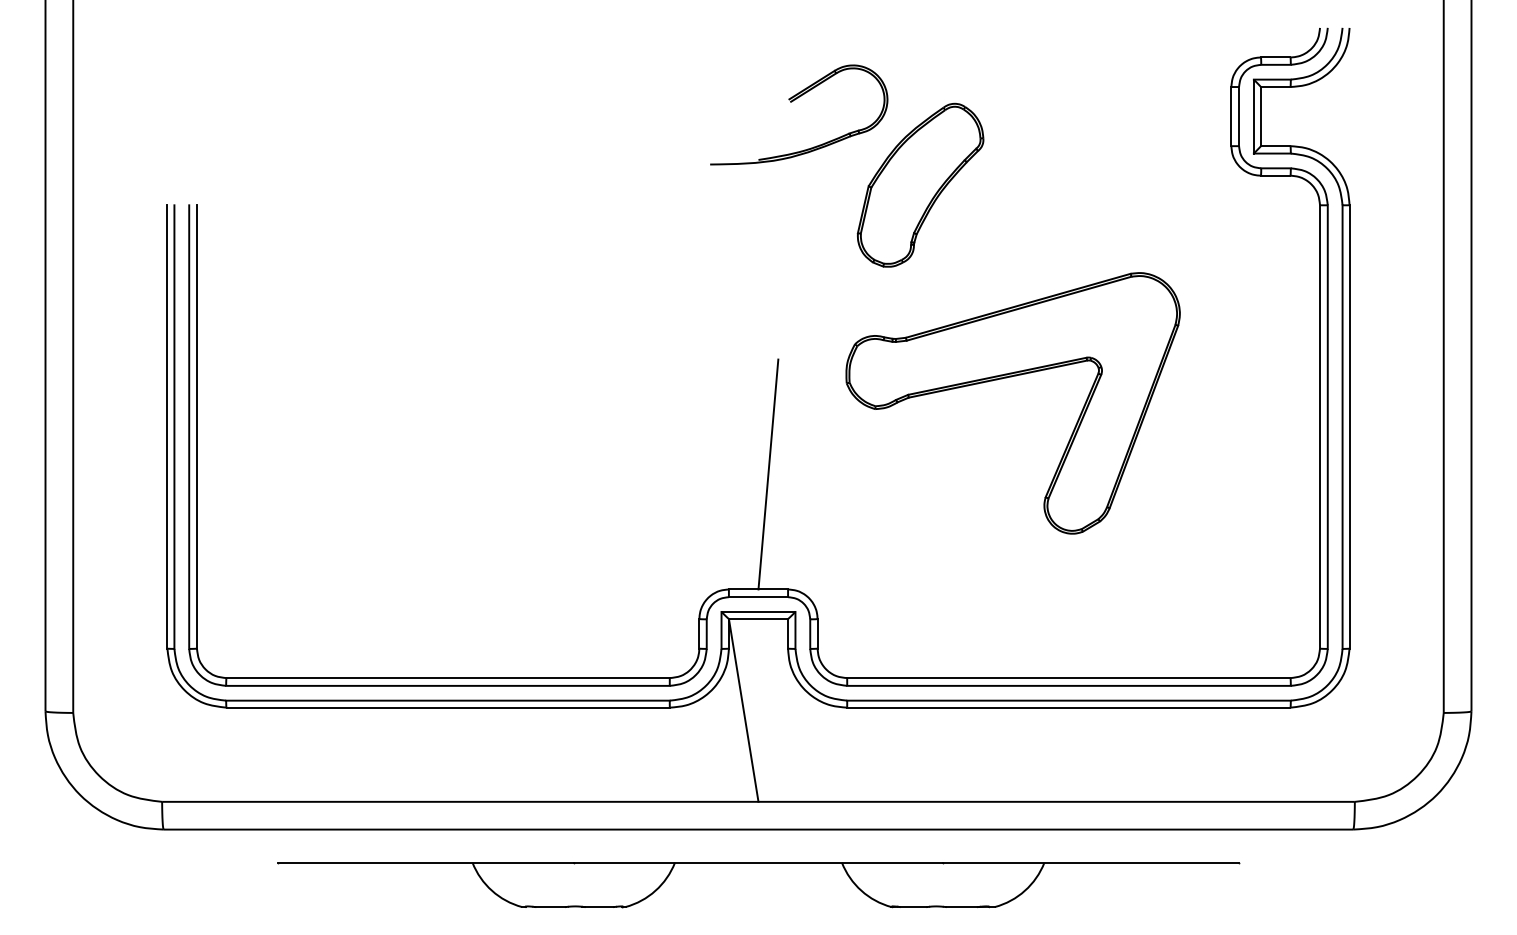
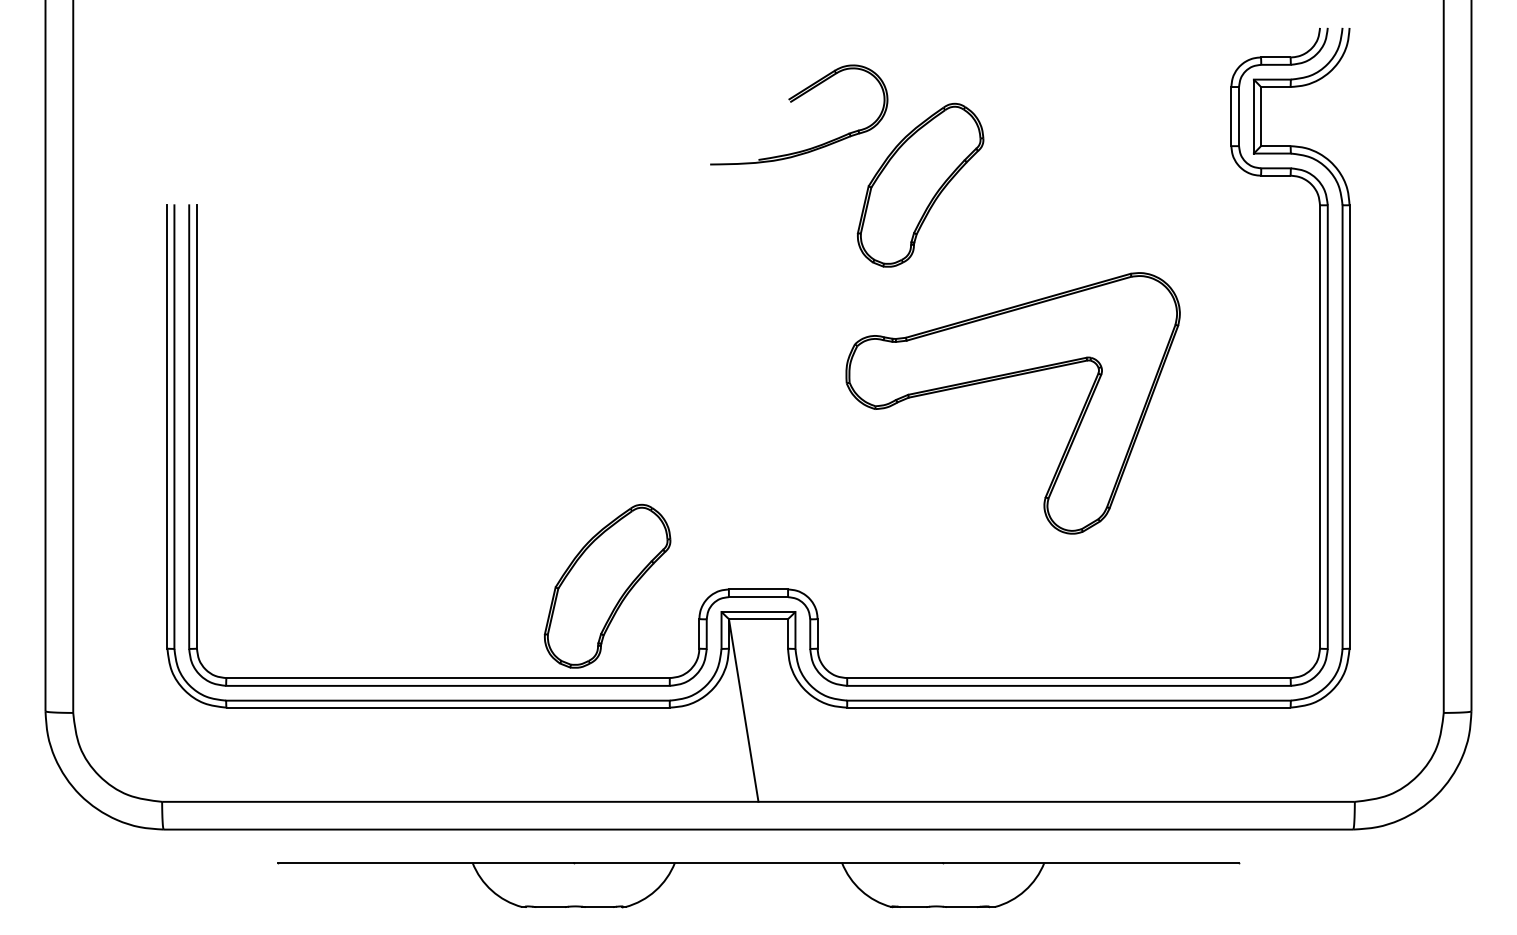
line at (768, 474): present -> none
part at (607, 585): none -> present
